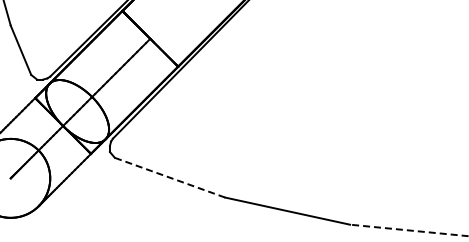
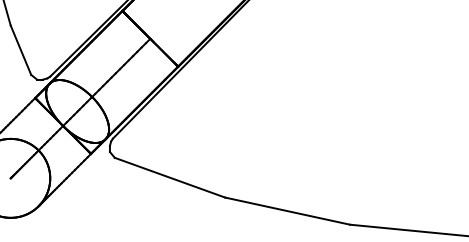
line at (170, 177): dashed -> solid
line at (409, 230): dashed -> solid
